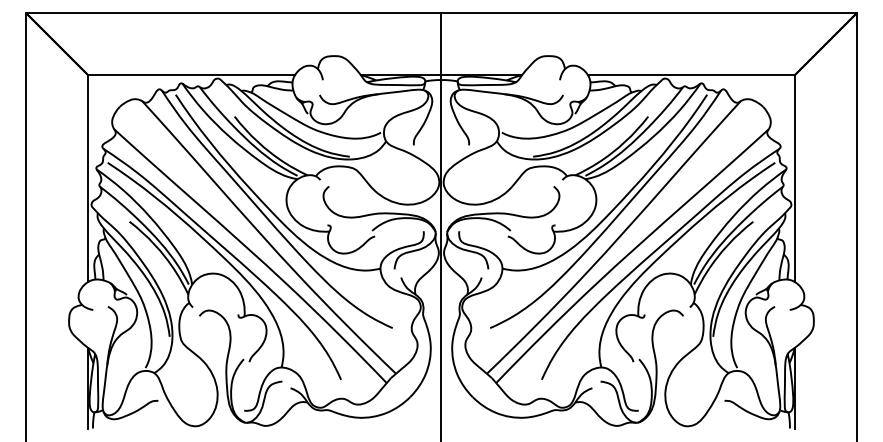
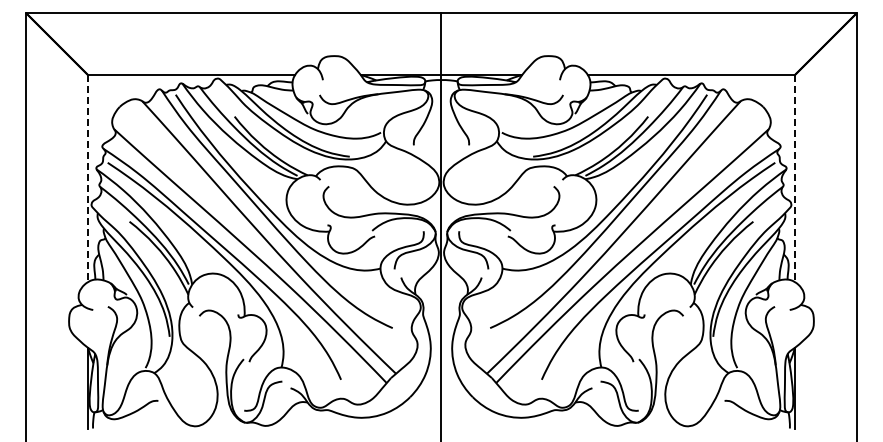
line at (88, 179): solid -> dashed
line at (794, 179): solid -> dashed
